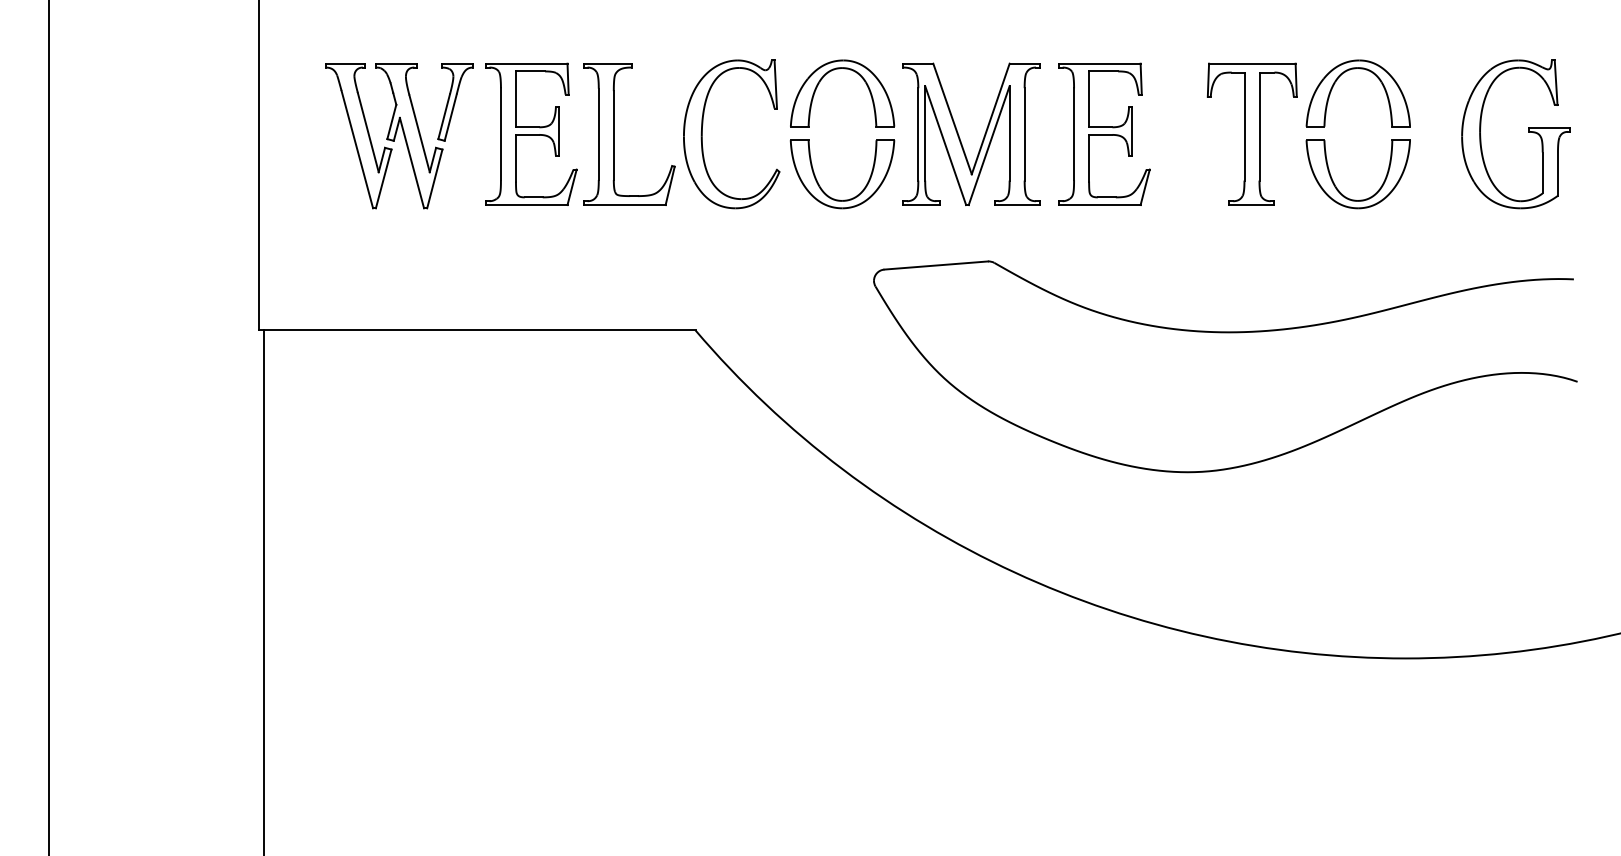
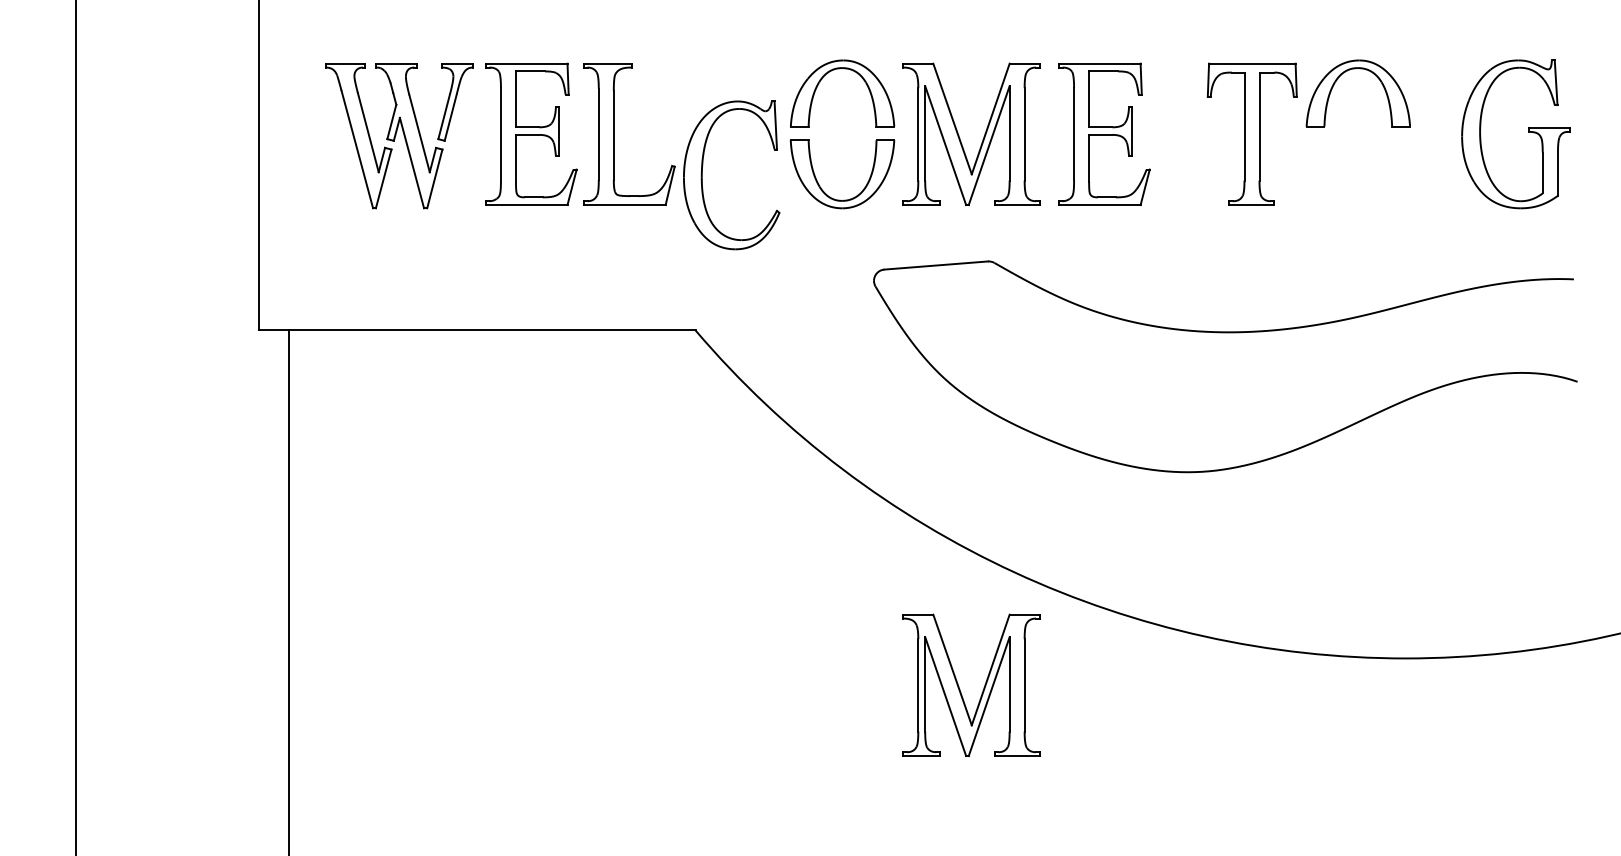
part at (702, 134) position: (702, 134) -> (702, 175)
part at (1340, 191): present -> none
line at (48, 427) position: (48, 427) -> (75, 427)
line at (263, 591) position: (263, 591) -> (288, 591)
part at (960, 689): none -> present
